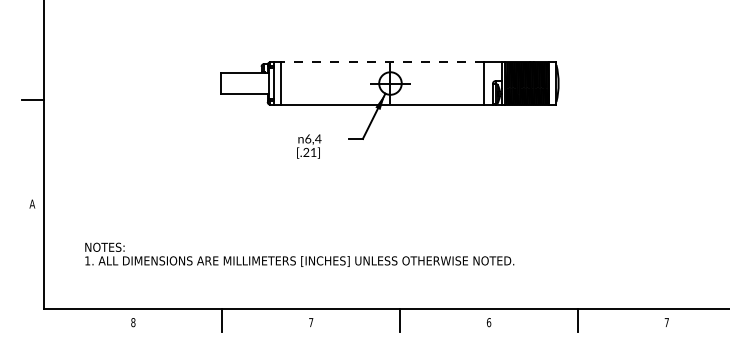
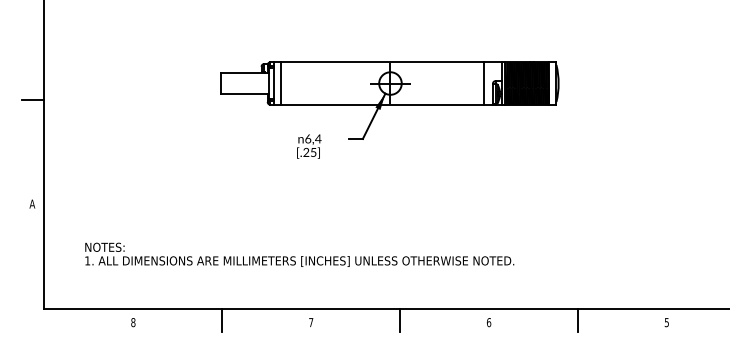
line at (382, 61): dashed -> solid
text at (313, 152): [.21] -> [.25]
text at (666, 322): 7 -> 5
